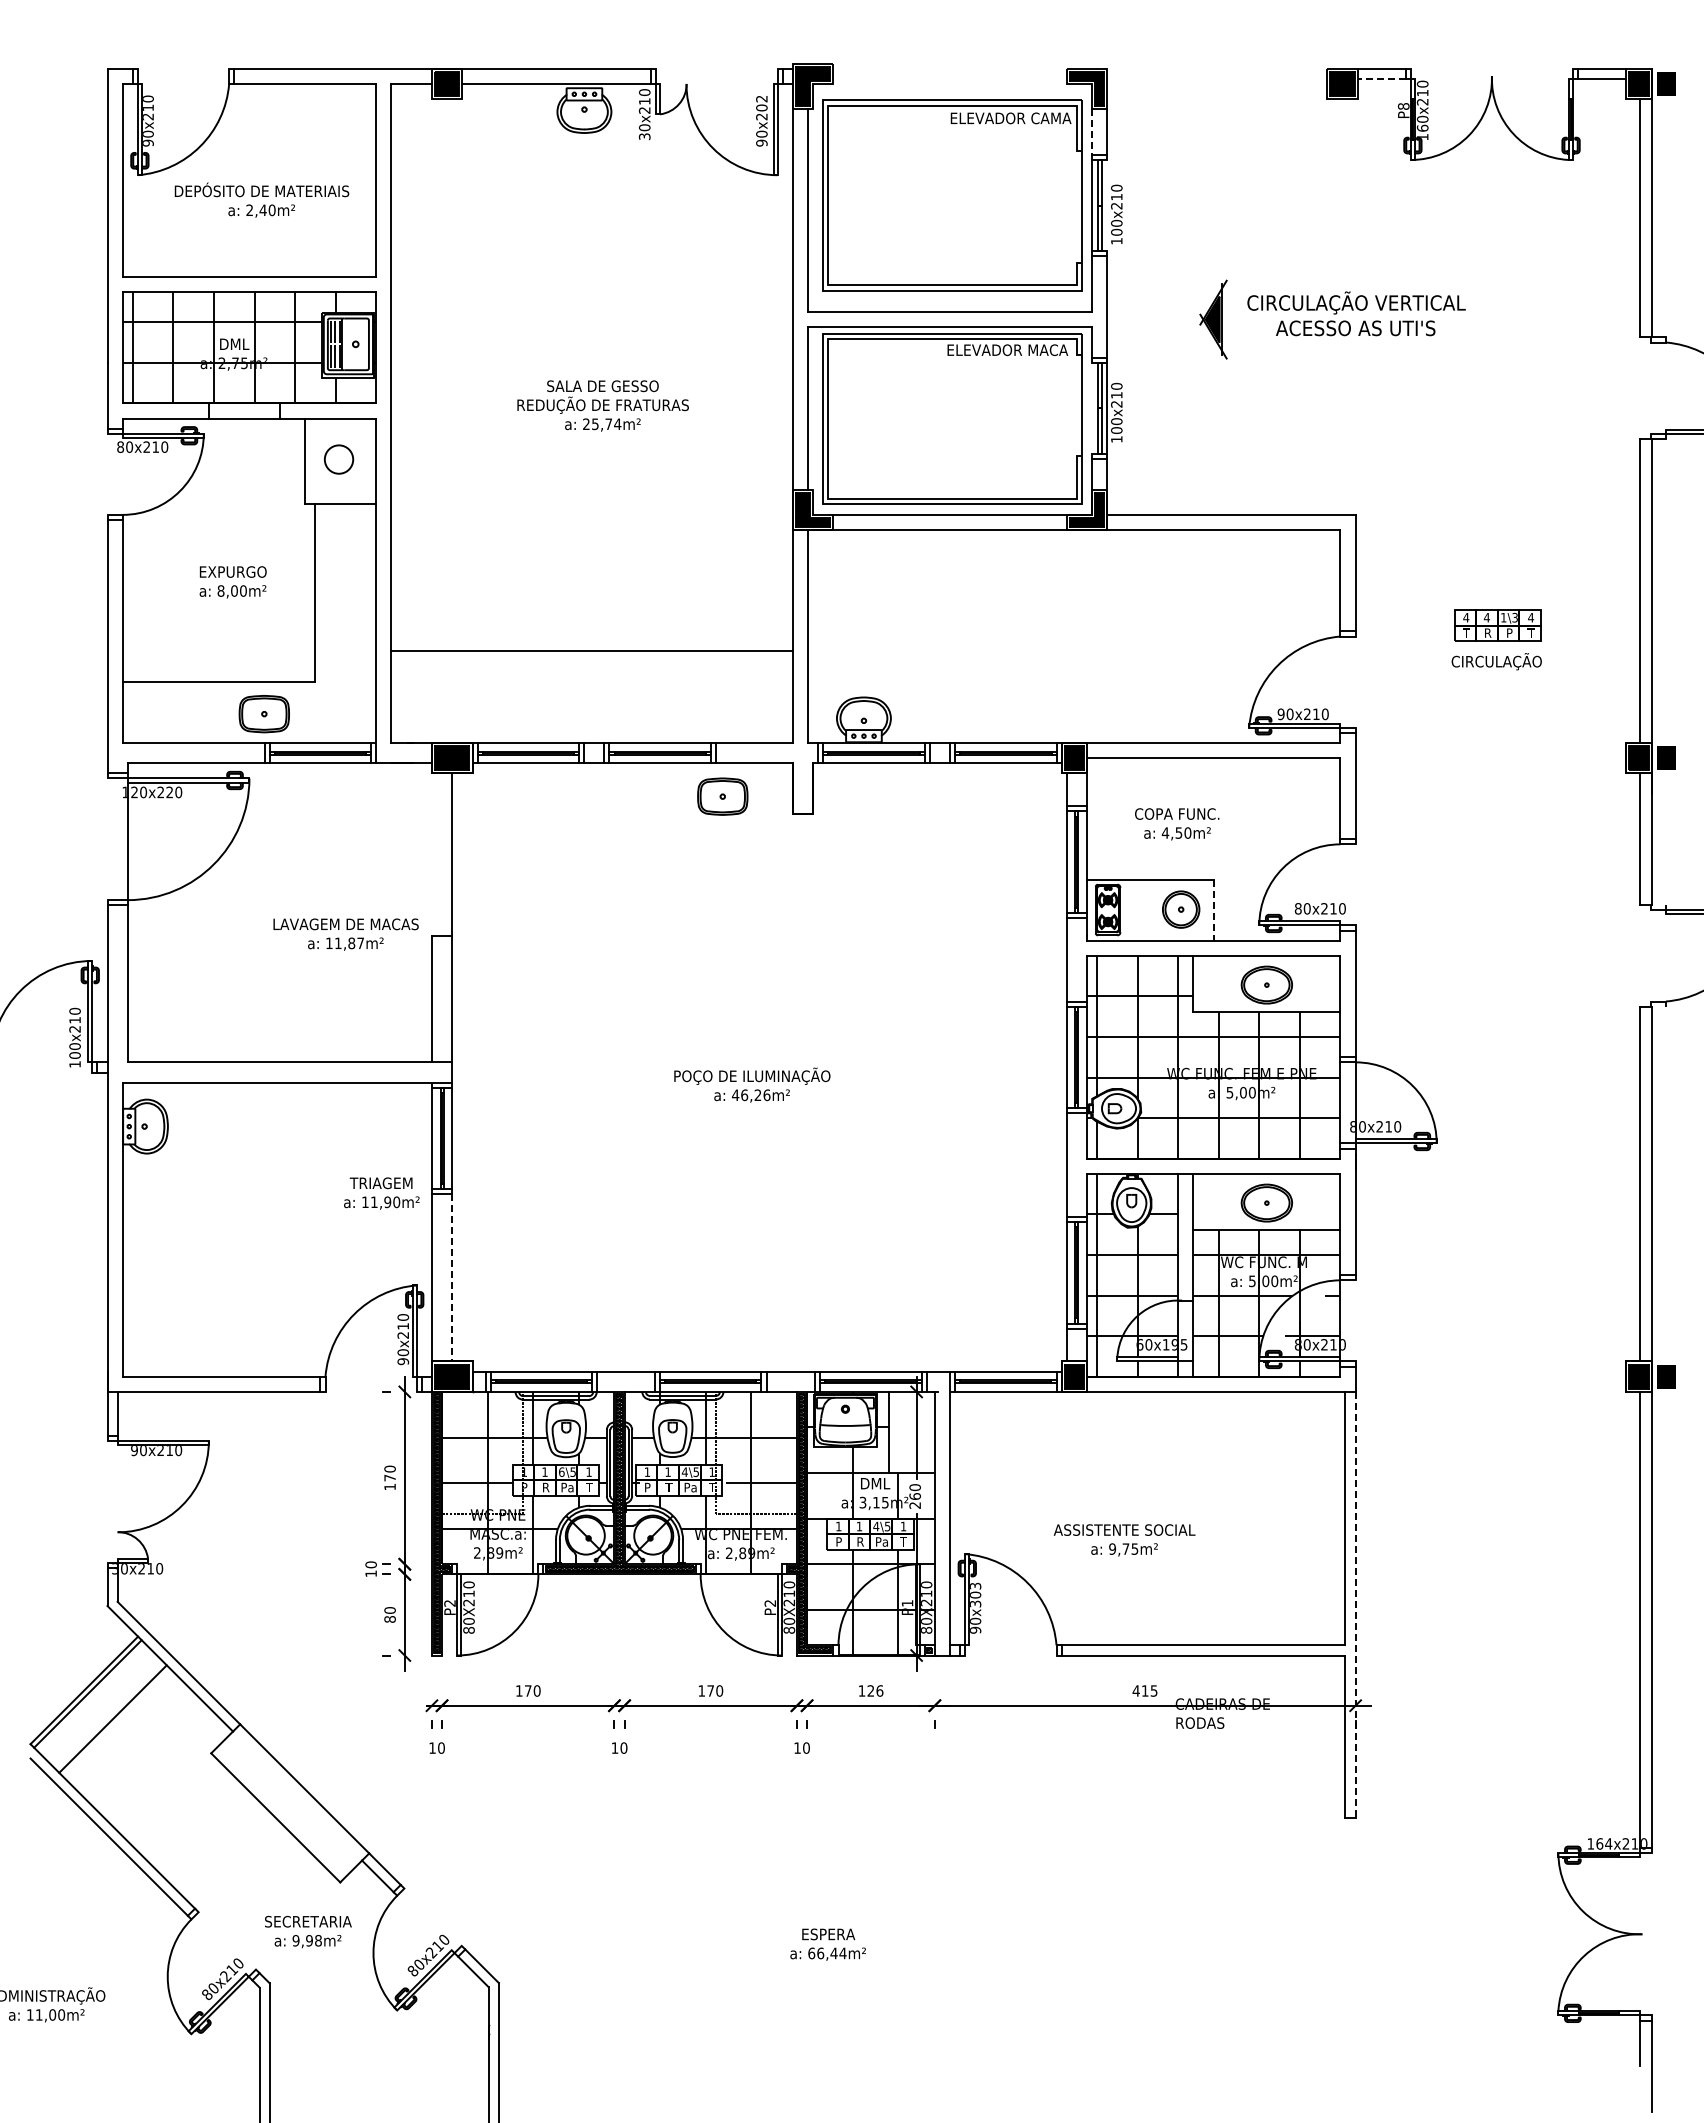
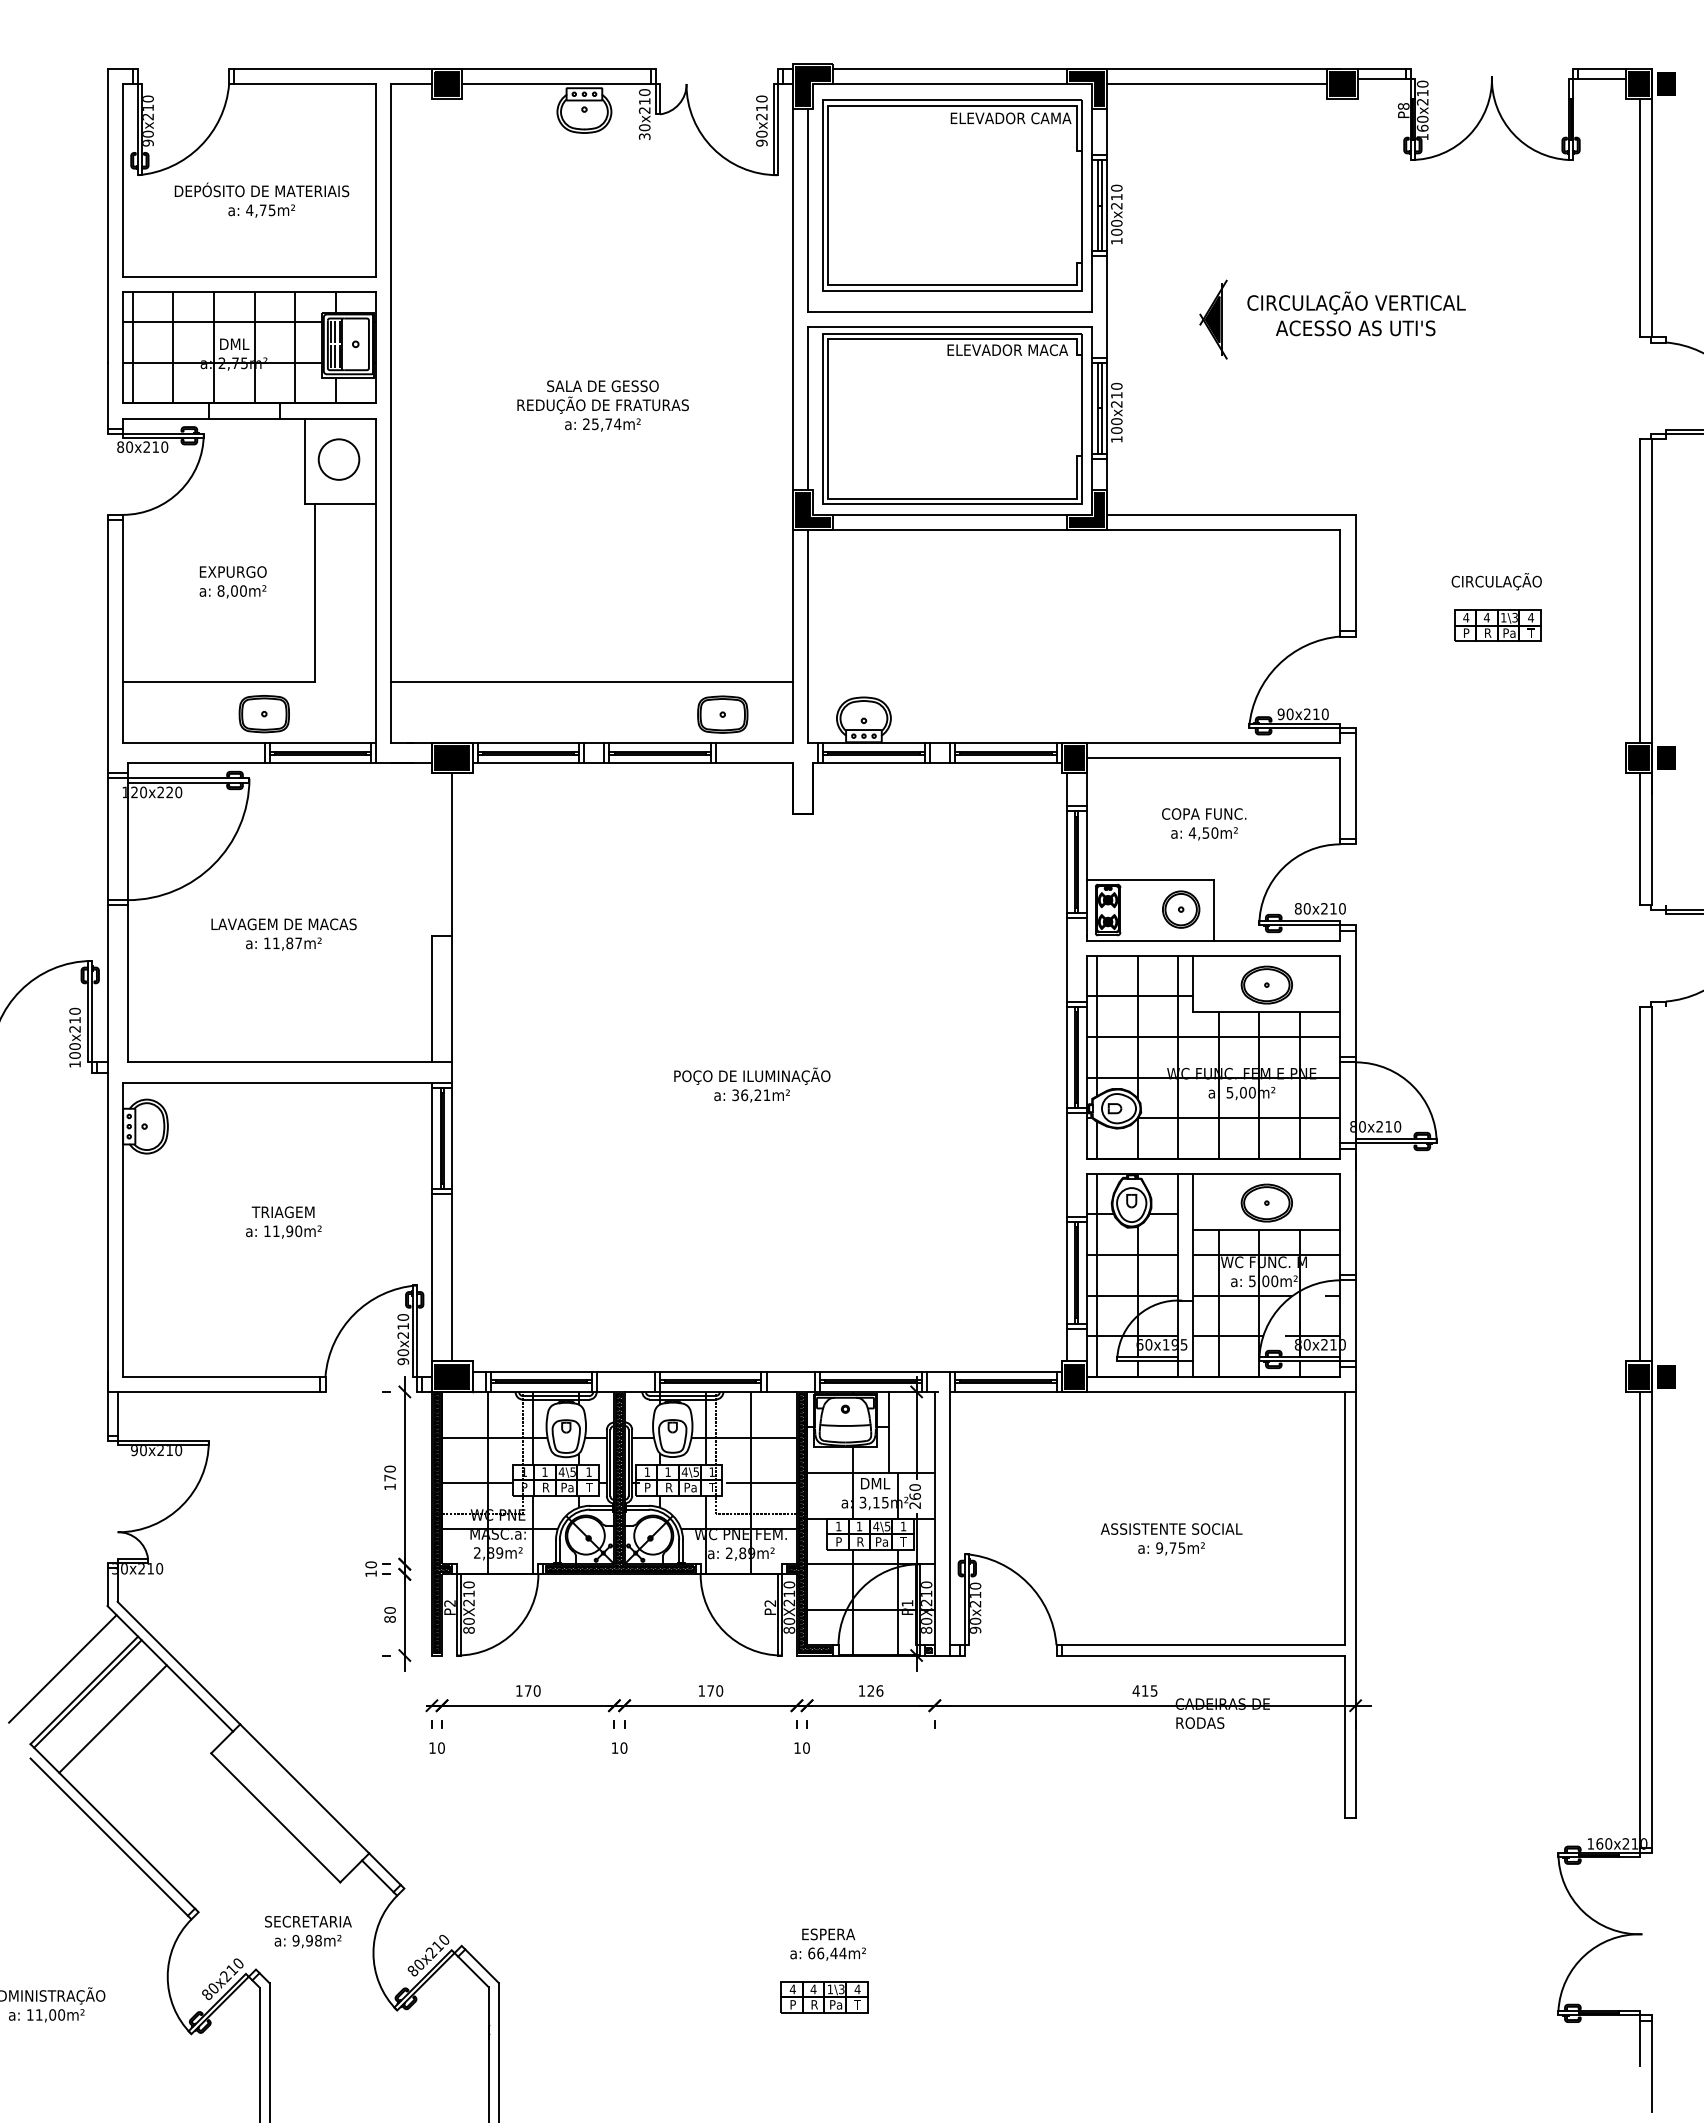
line at (1086, 68): none -> present
line at (1381, 78): dashed -> solid
line at (949, 83): none -> present
line at (1217, 83): none -> present
text at (761, 103): 90x202 -> 90x210
line at (1092, 132): dashed -> solid
line at (1107, 205): none -> present
text at (260, 210): 2,40m² -> 4,75m²
line at (1092, 408): none -> present
circle at (339, 459) size: 31x31 px -> 44x43 px
text at (1466, 632): T -> P
text at (1509, 632): P -> Pa
line at (591, 651) position: (591, 651) -> (591, 682)
text at (1496, 661) position: (1496, 661) -> (1496, 581)
part at (722, 796) position: (722, 796) -> (722, 714)
text at (1177, 824) position: (1177, 824) -> (1204, 824)
line at (107, 839): none -> present
line at (1213, 910): dashed -> solid
text at (345, 934) position: (345, 934) -> (283, 934)
text at (751, 1095): 46,26m² -> 36,21m²
text at (381, 1193) position: (381, 1193) -> (283, 1222)
line at (452, 1277): dashed -> solid
line at (1355, 1320): none -> present
text at (561, 1471): 6 -> 4
text at (668, 1487): T -> R
text at (1124, 1540) position: (1124, 1540) -> (1171, 1539)
text at (975, 1594): 90x303 -> 90x210
line at (1355, 1604): dashed -> solid
line at (62, 1668): none -> present
text at (1608, 1843): 164x210 -> 160x210
part at (824, 1997): none -> present
